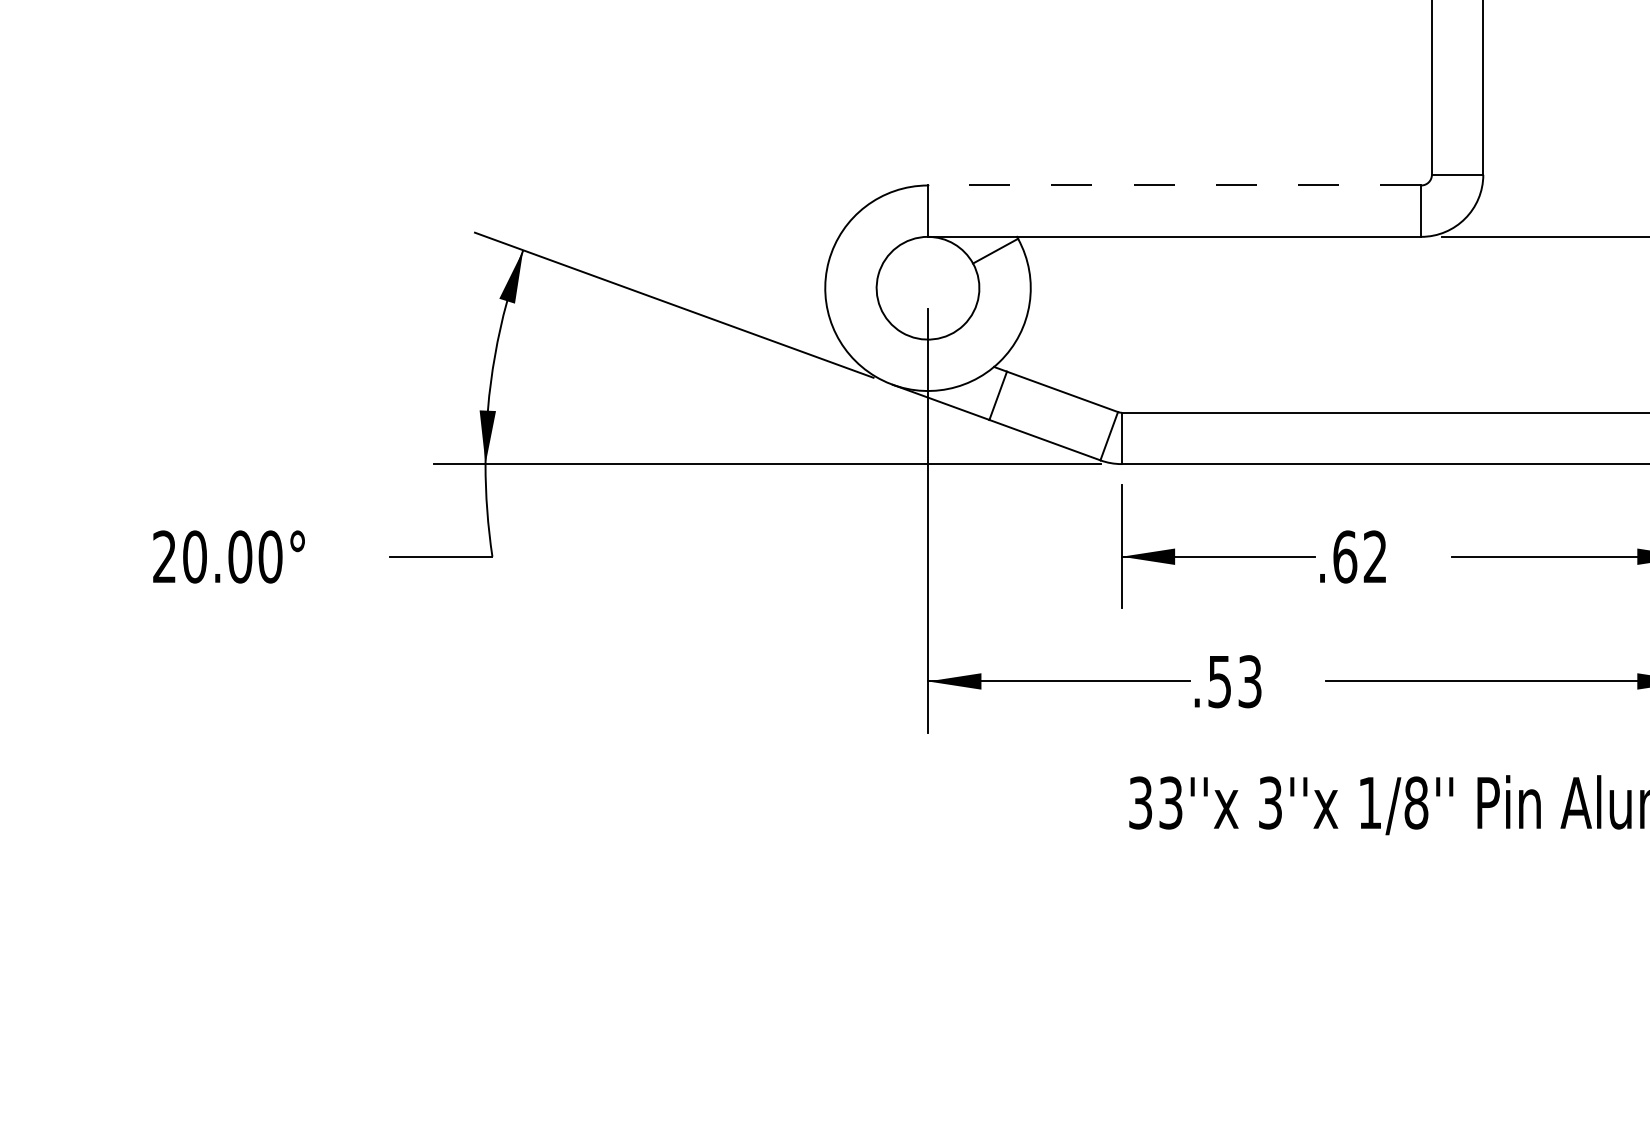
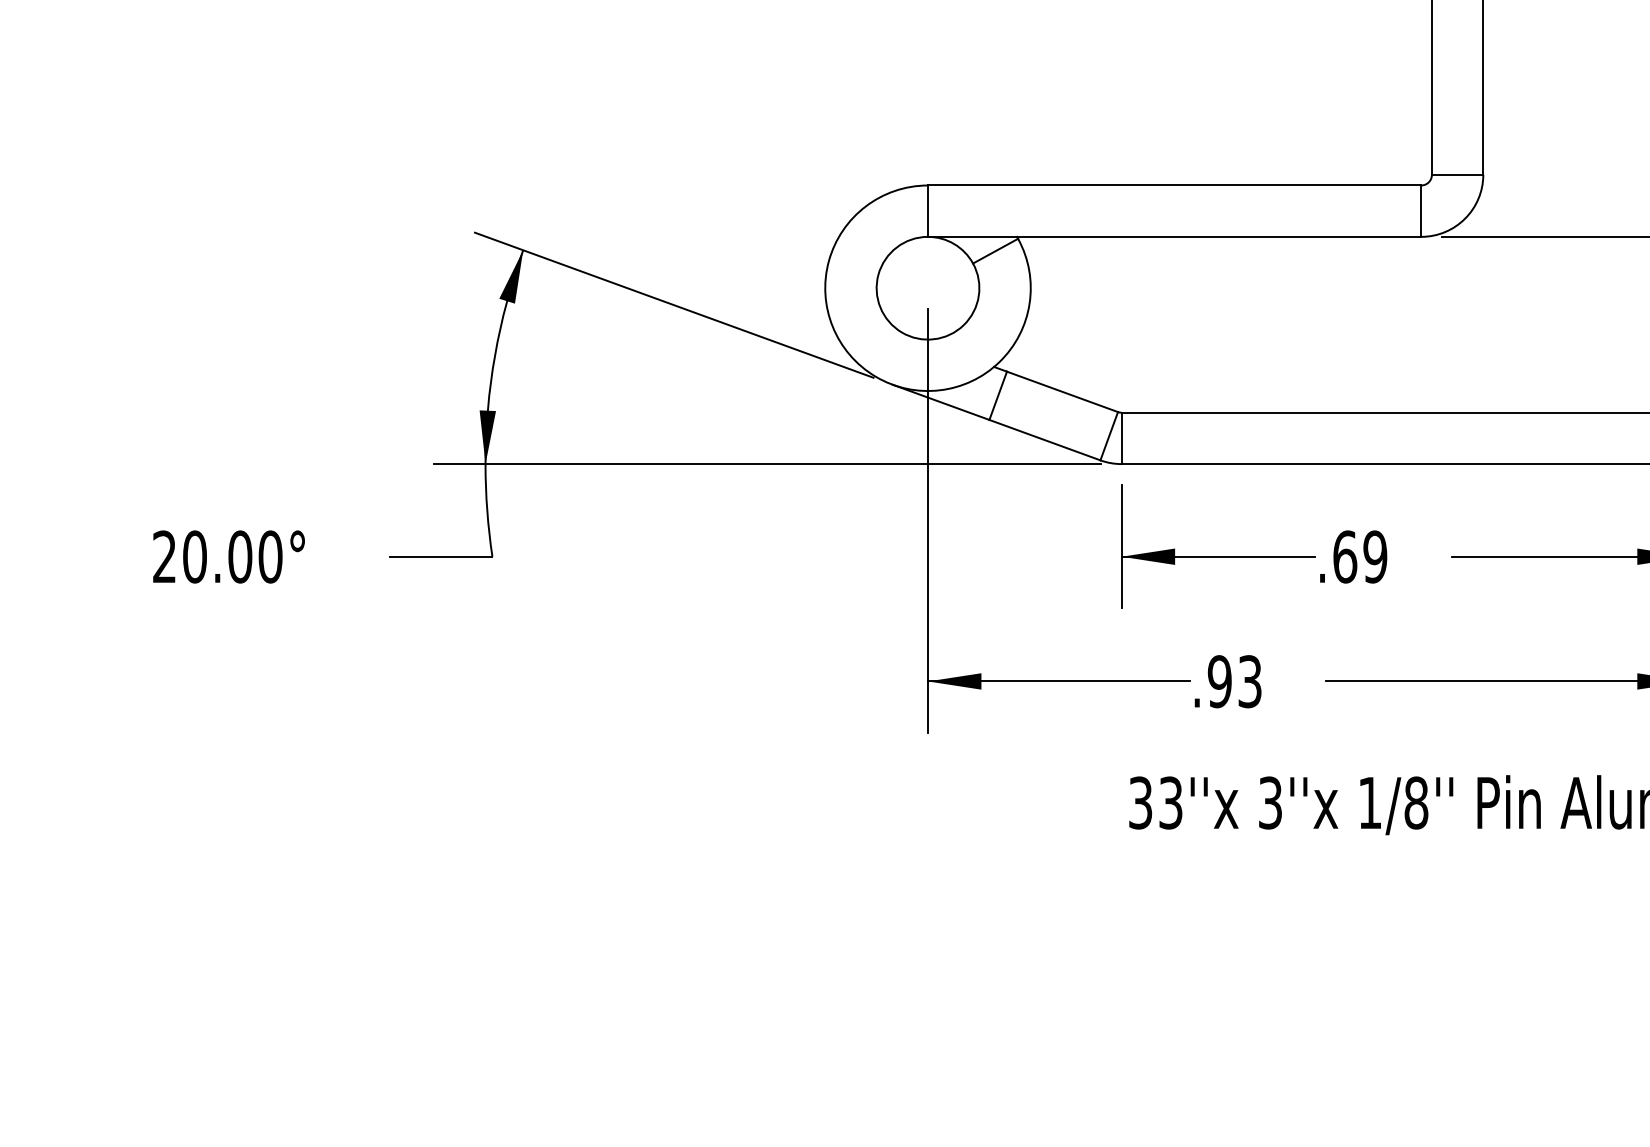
line at (1174, 185): dashed -> solid
text at (1375, 556): .62 -> .69
text at (1219, 681): .53 -> .93
